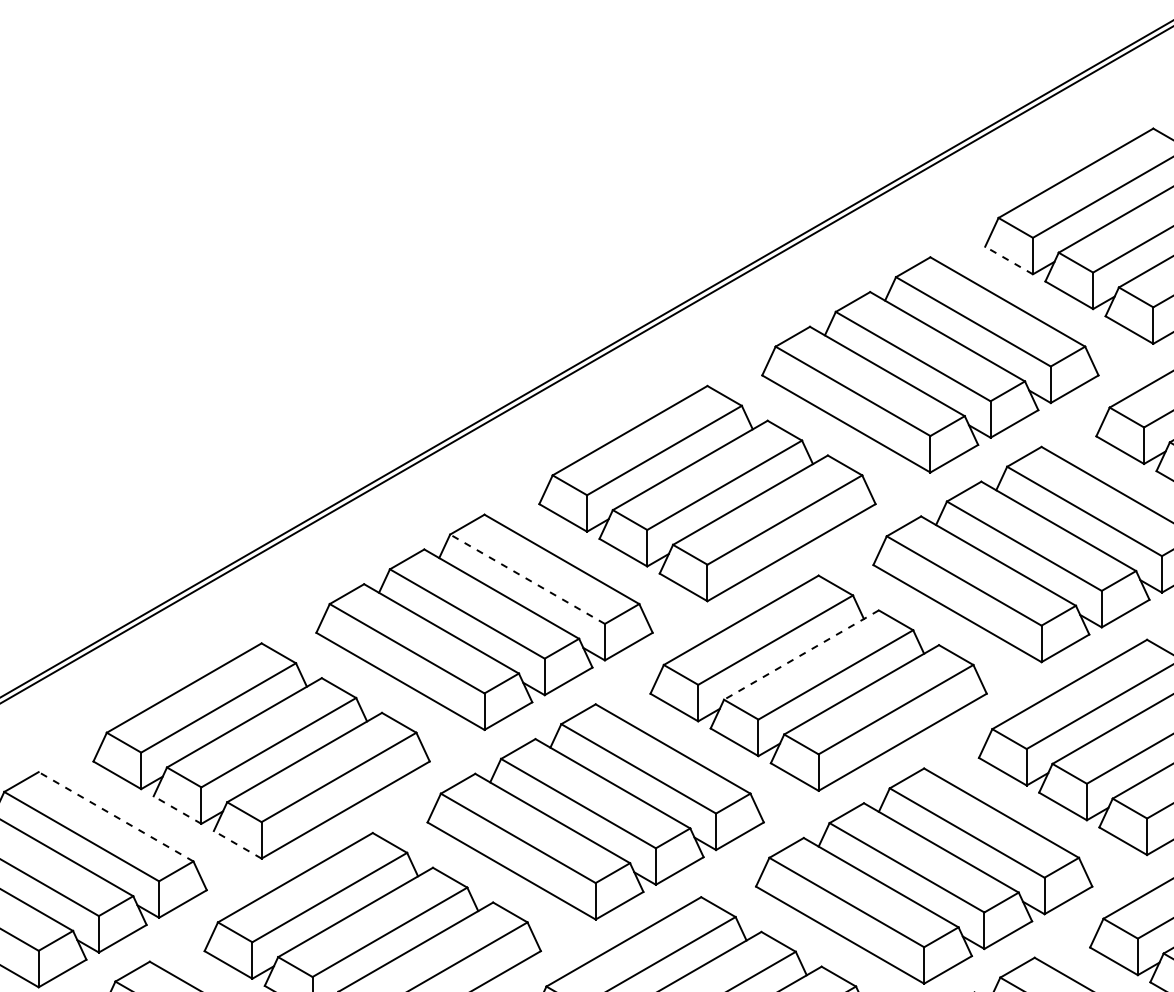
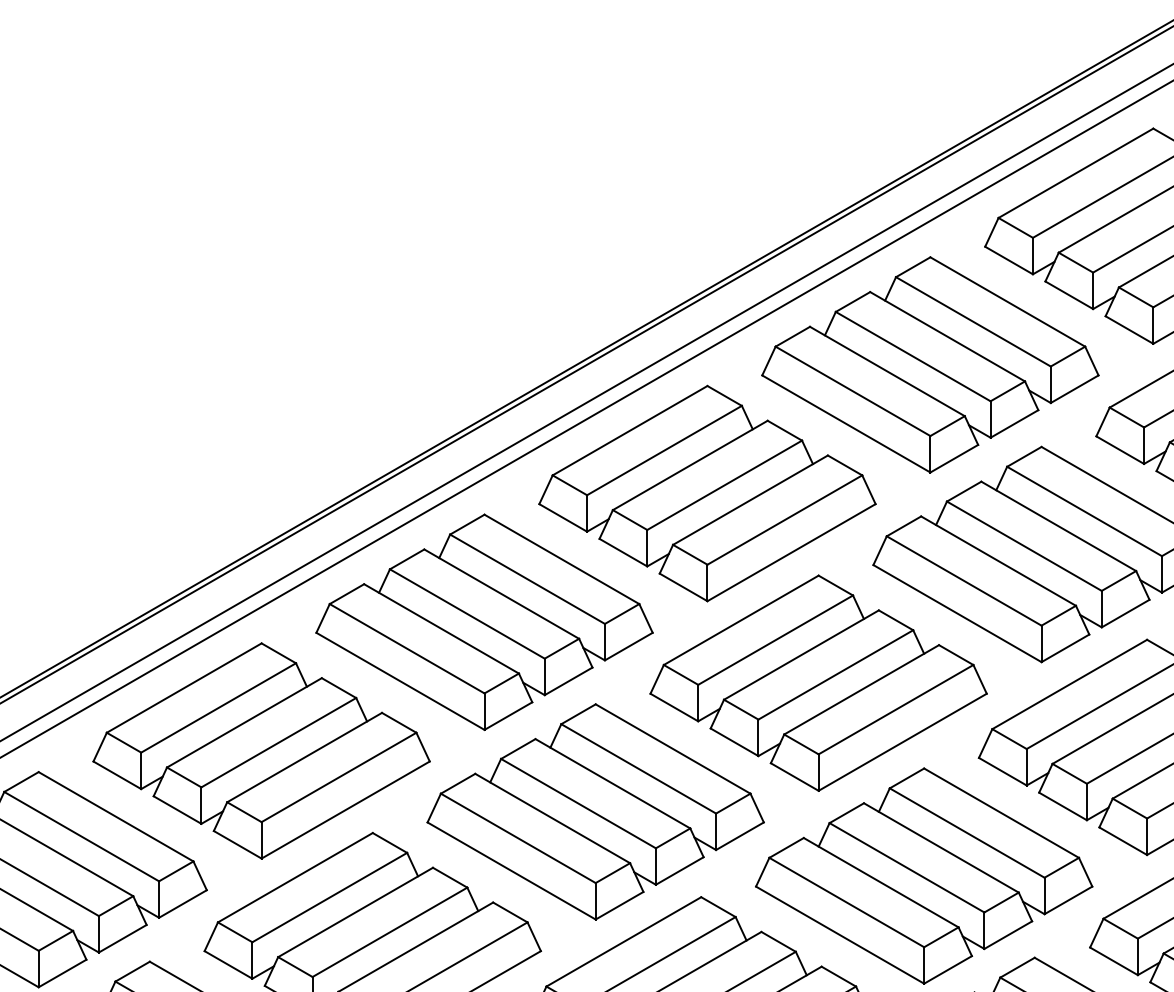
line at (1009, 260): dashed -> solid
line at (586, 402): none -> present
line at (586, 419): none -> present
line at (527, 579): dashed -> solid
line at (801, 655): dashed -> solid
line at (177, 810): dashed -> solid
line at (115, 816): dashed -> solid
line at (237, 844): dashed -> solid
